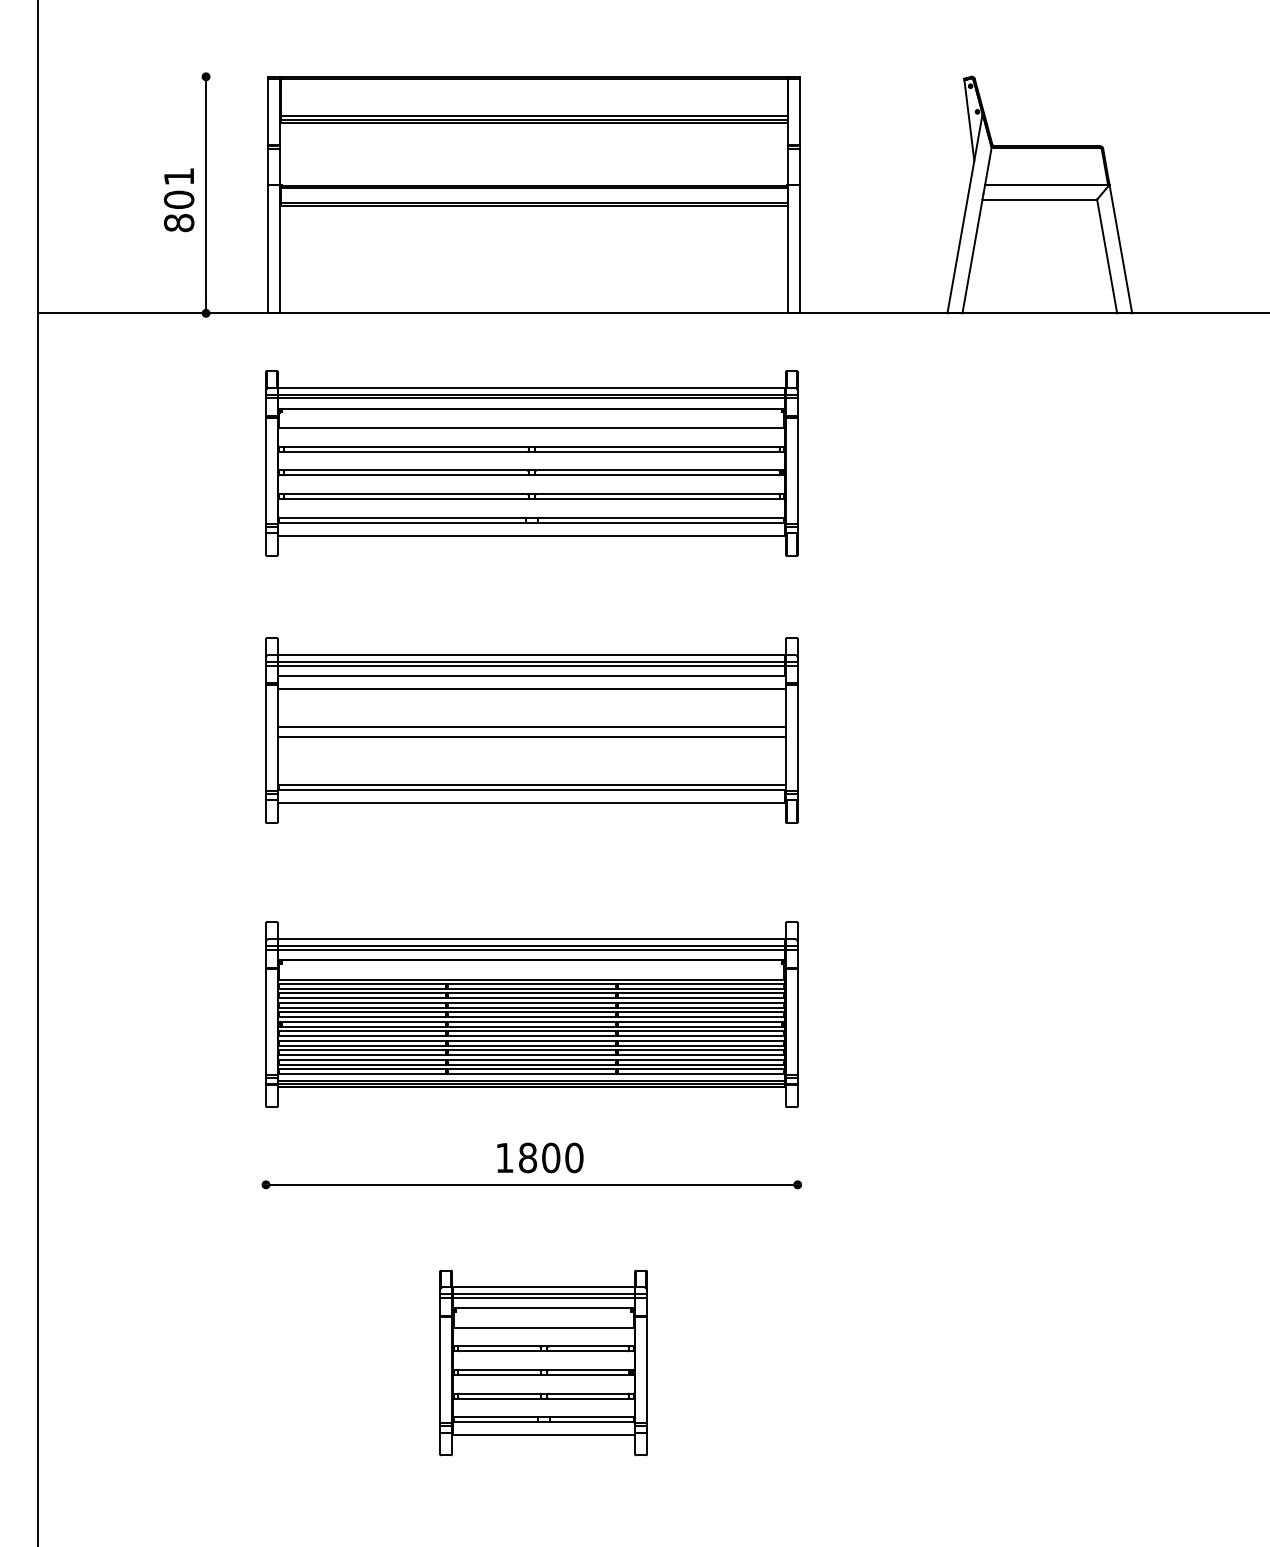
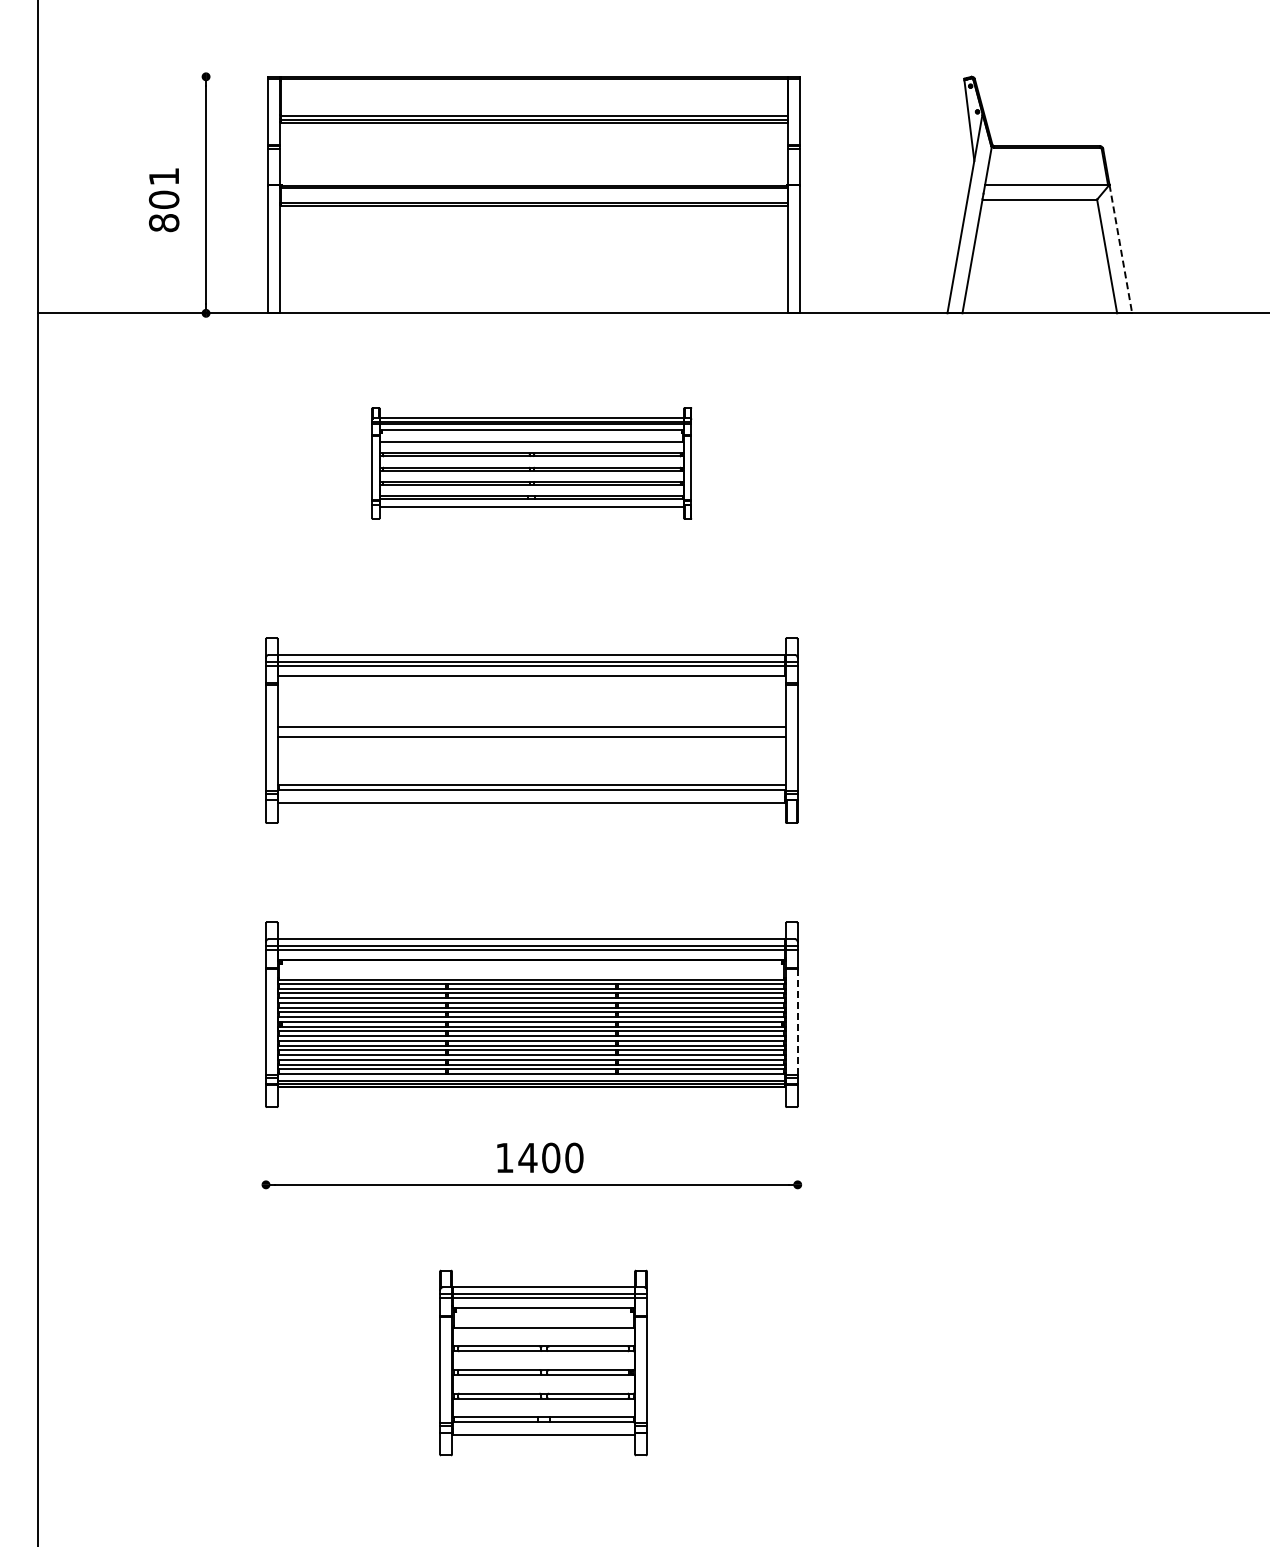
text at (179, 200) position: (179, 200) -> (164, 200)
line at (1120, 249): solid -> dashed
part at (531, 463) size: 534x187 px -> 322x113 px
line at (531, 688): present -> none
line at (797, 1022): solid -> dashed
text at (527, 1157): 1800 -> 1400
